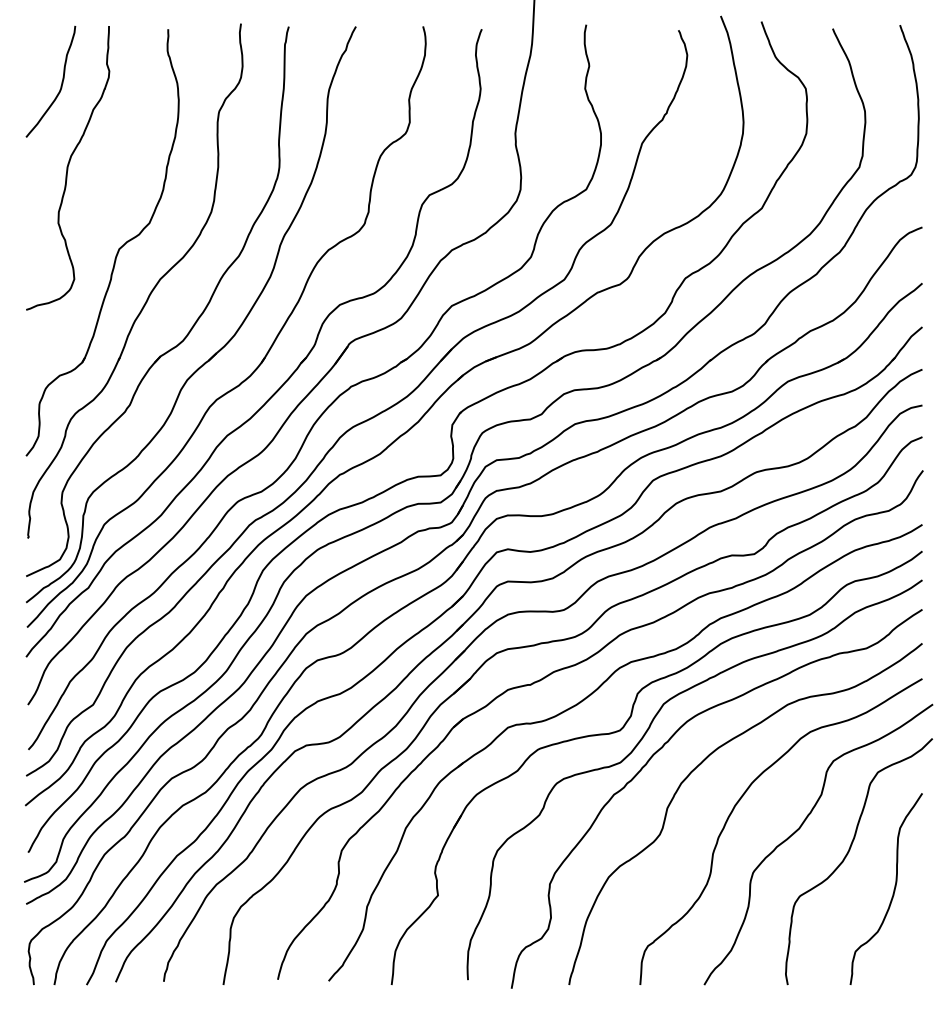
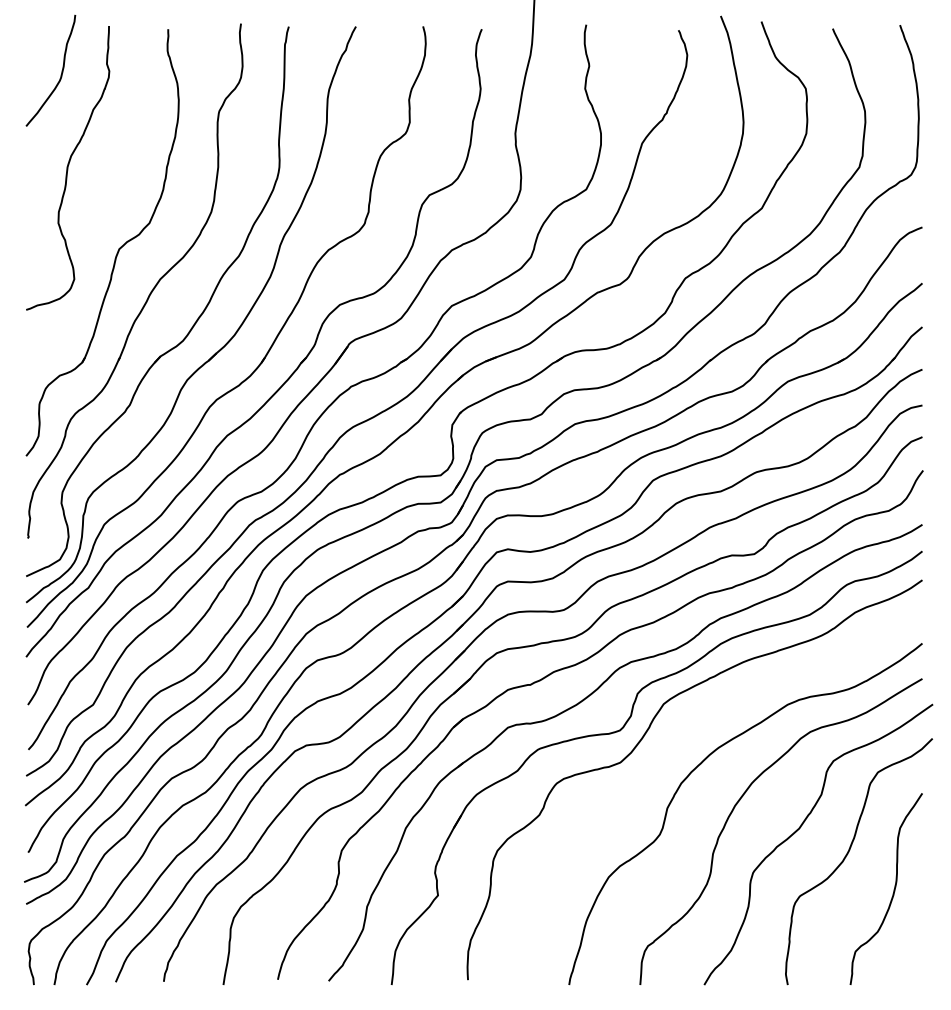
curve at (60, 85) position: (60, 85) -> (60, 74)
curve at (663, 747): present -> none
